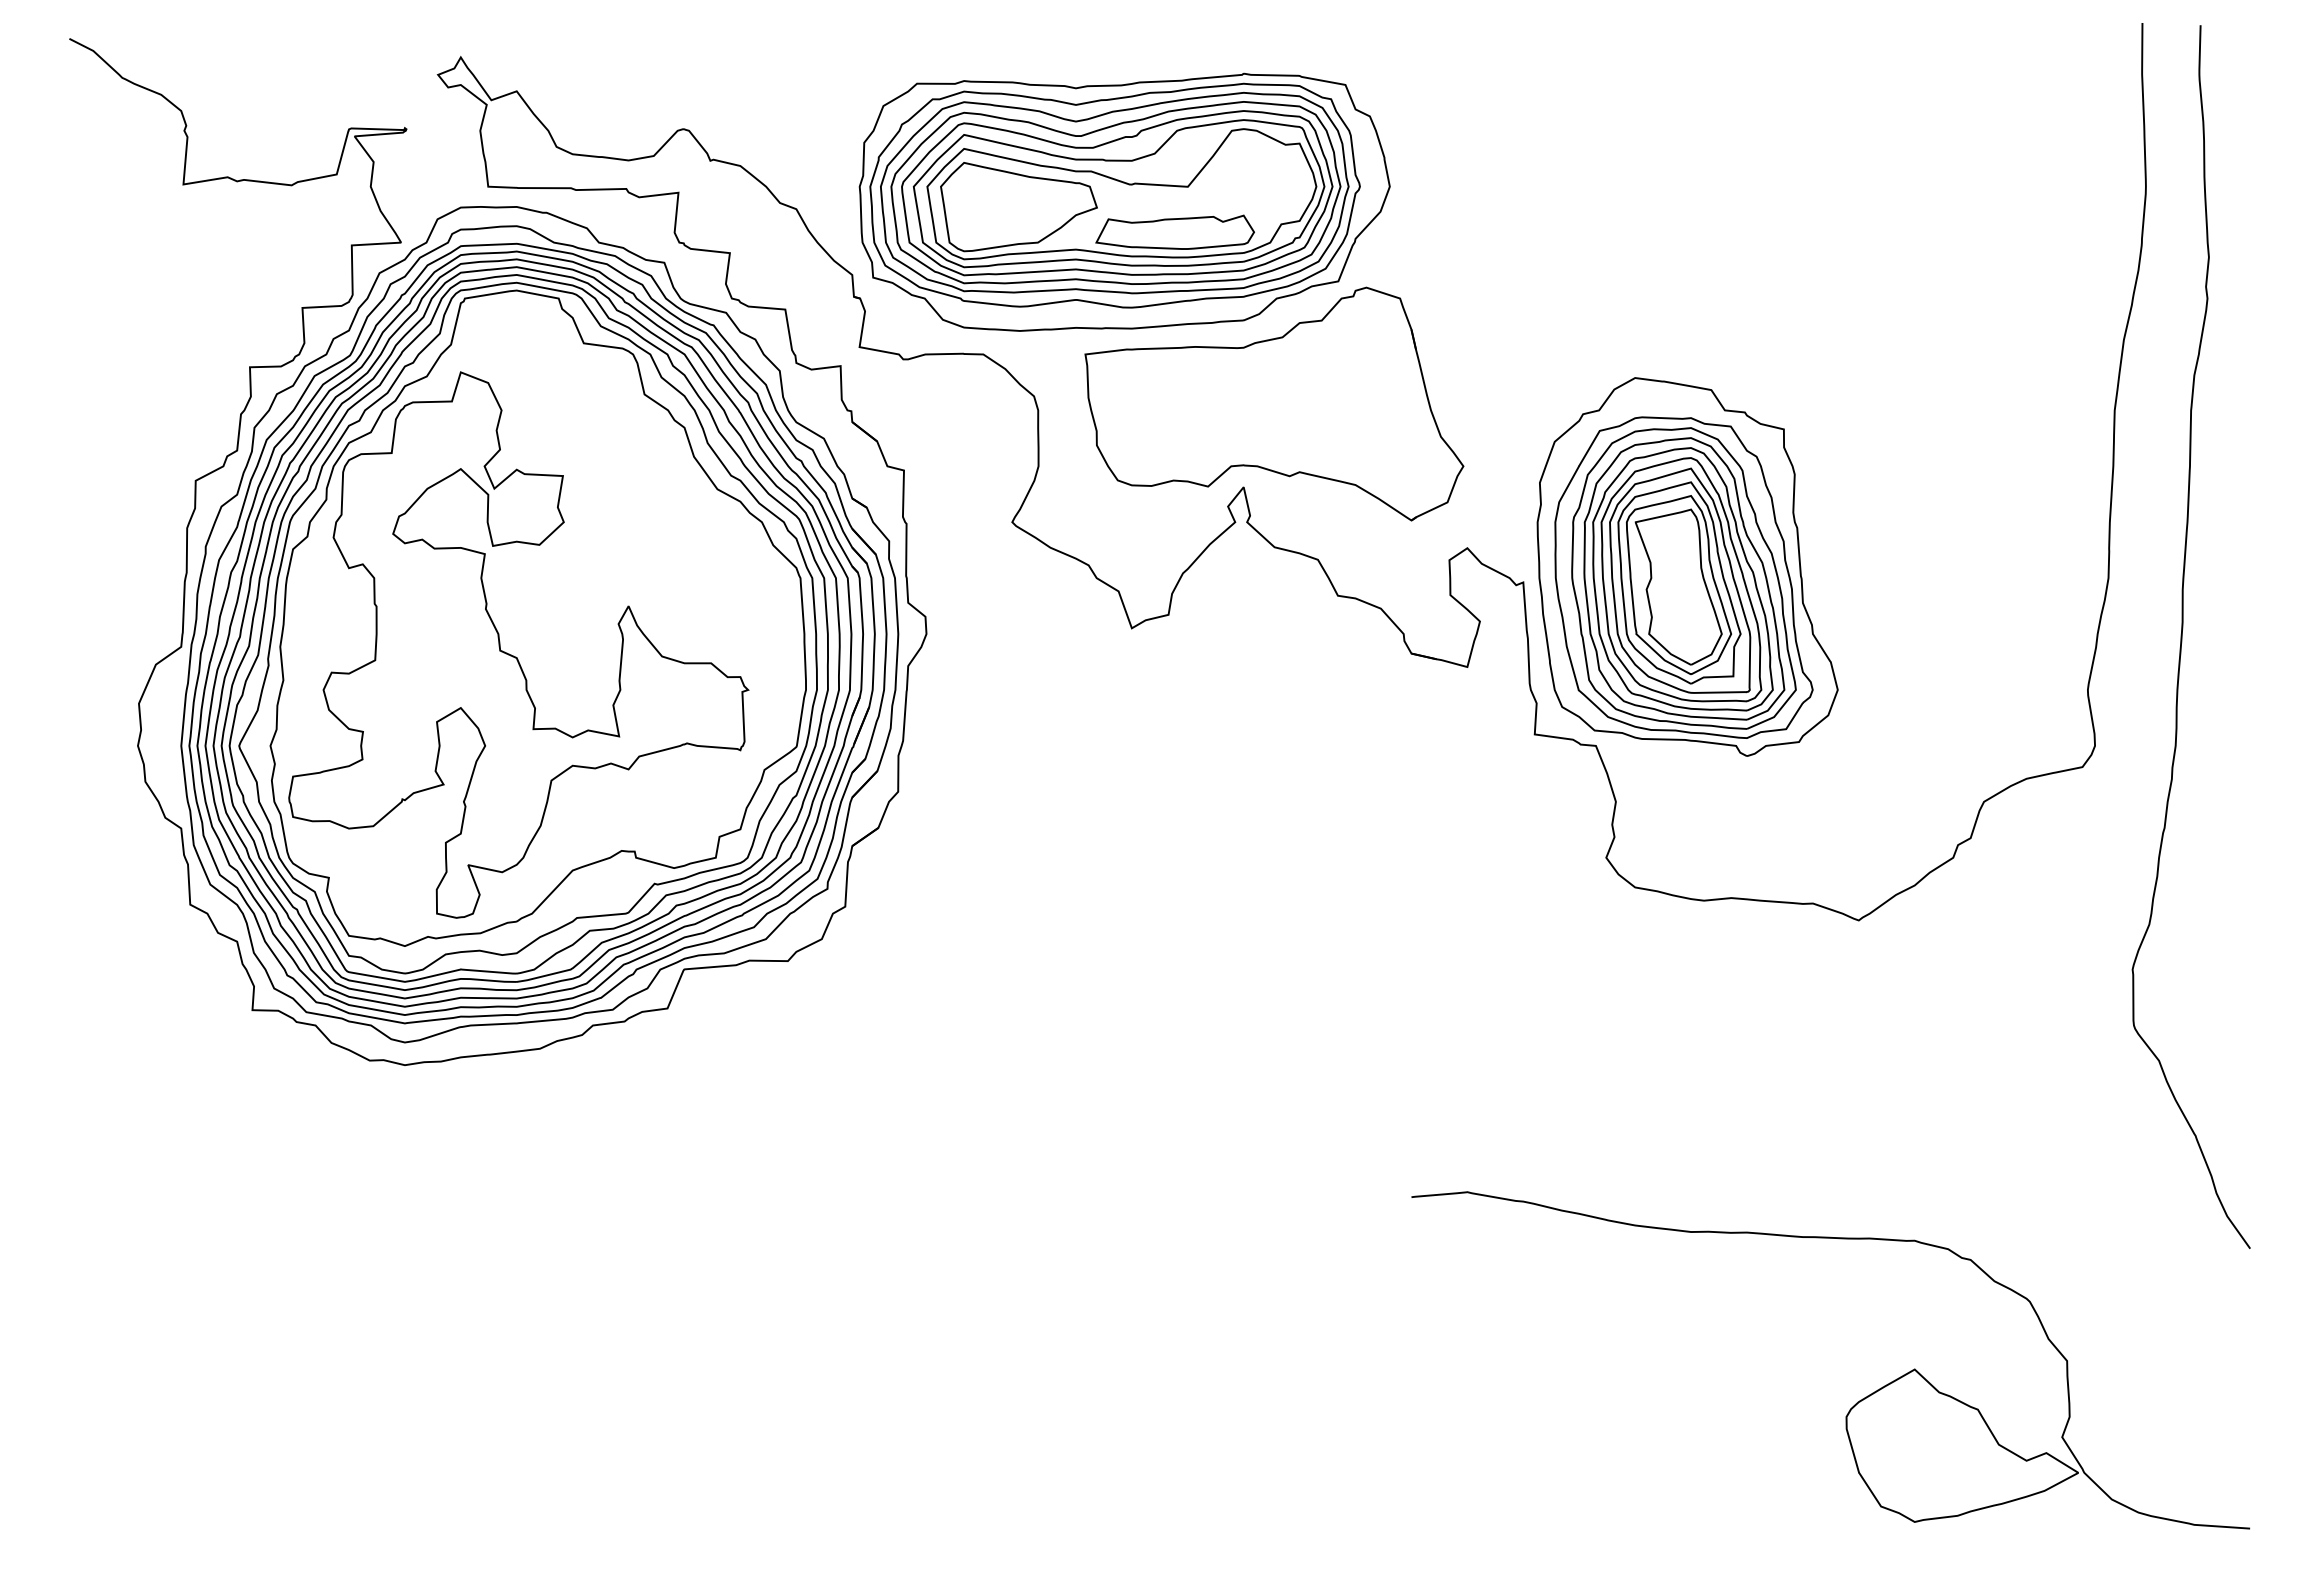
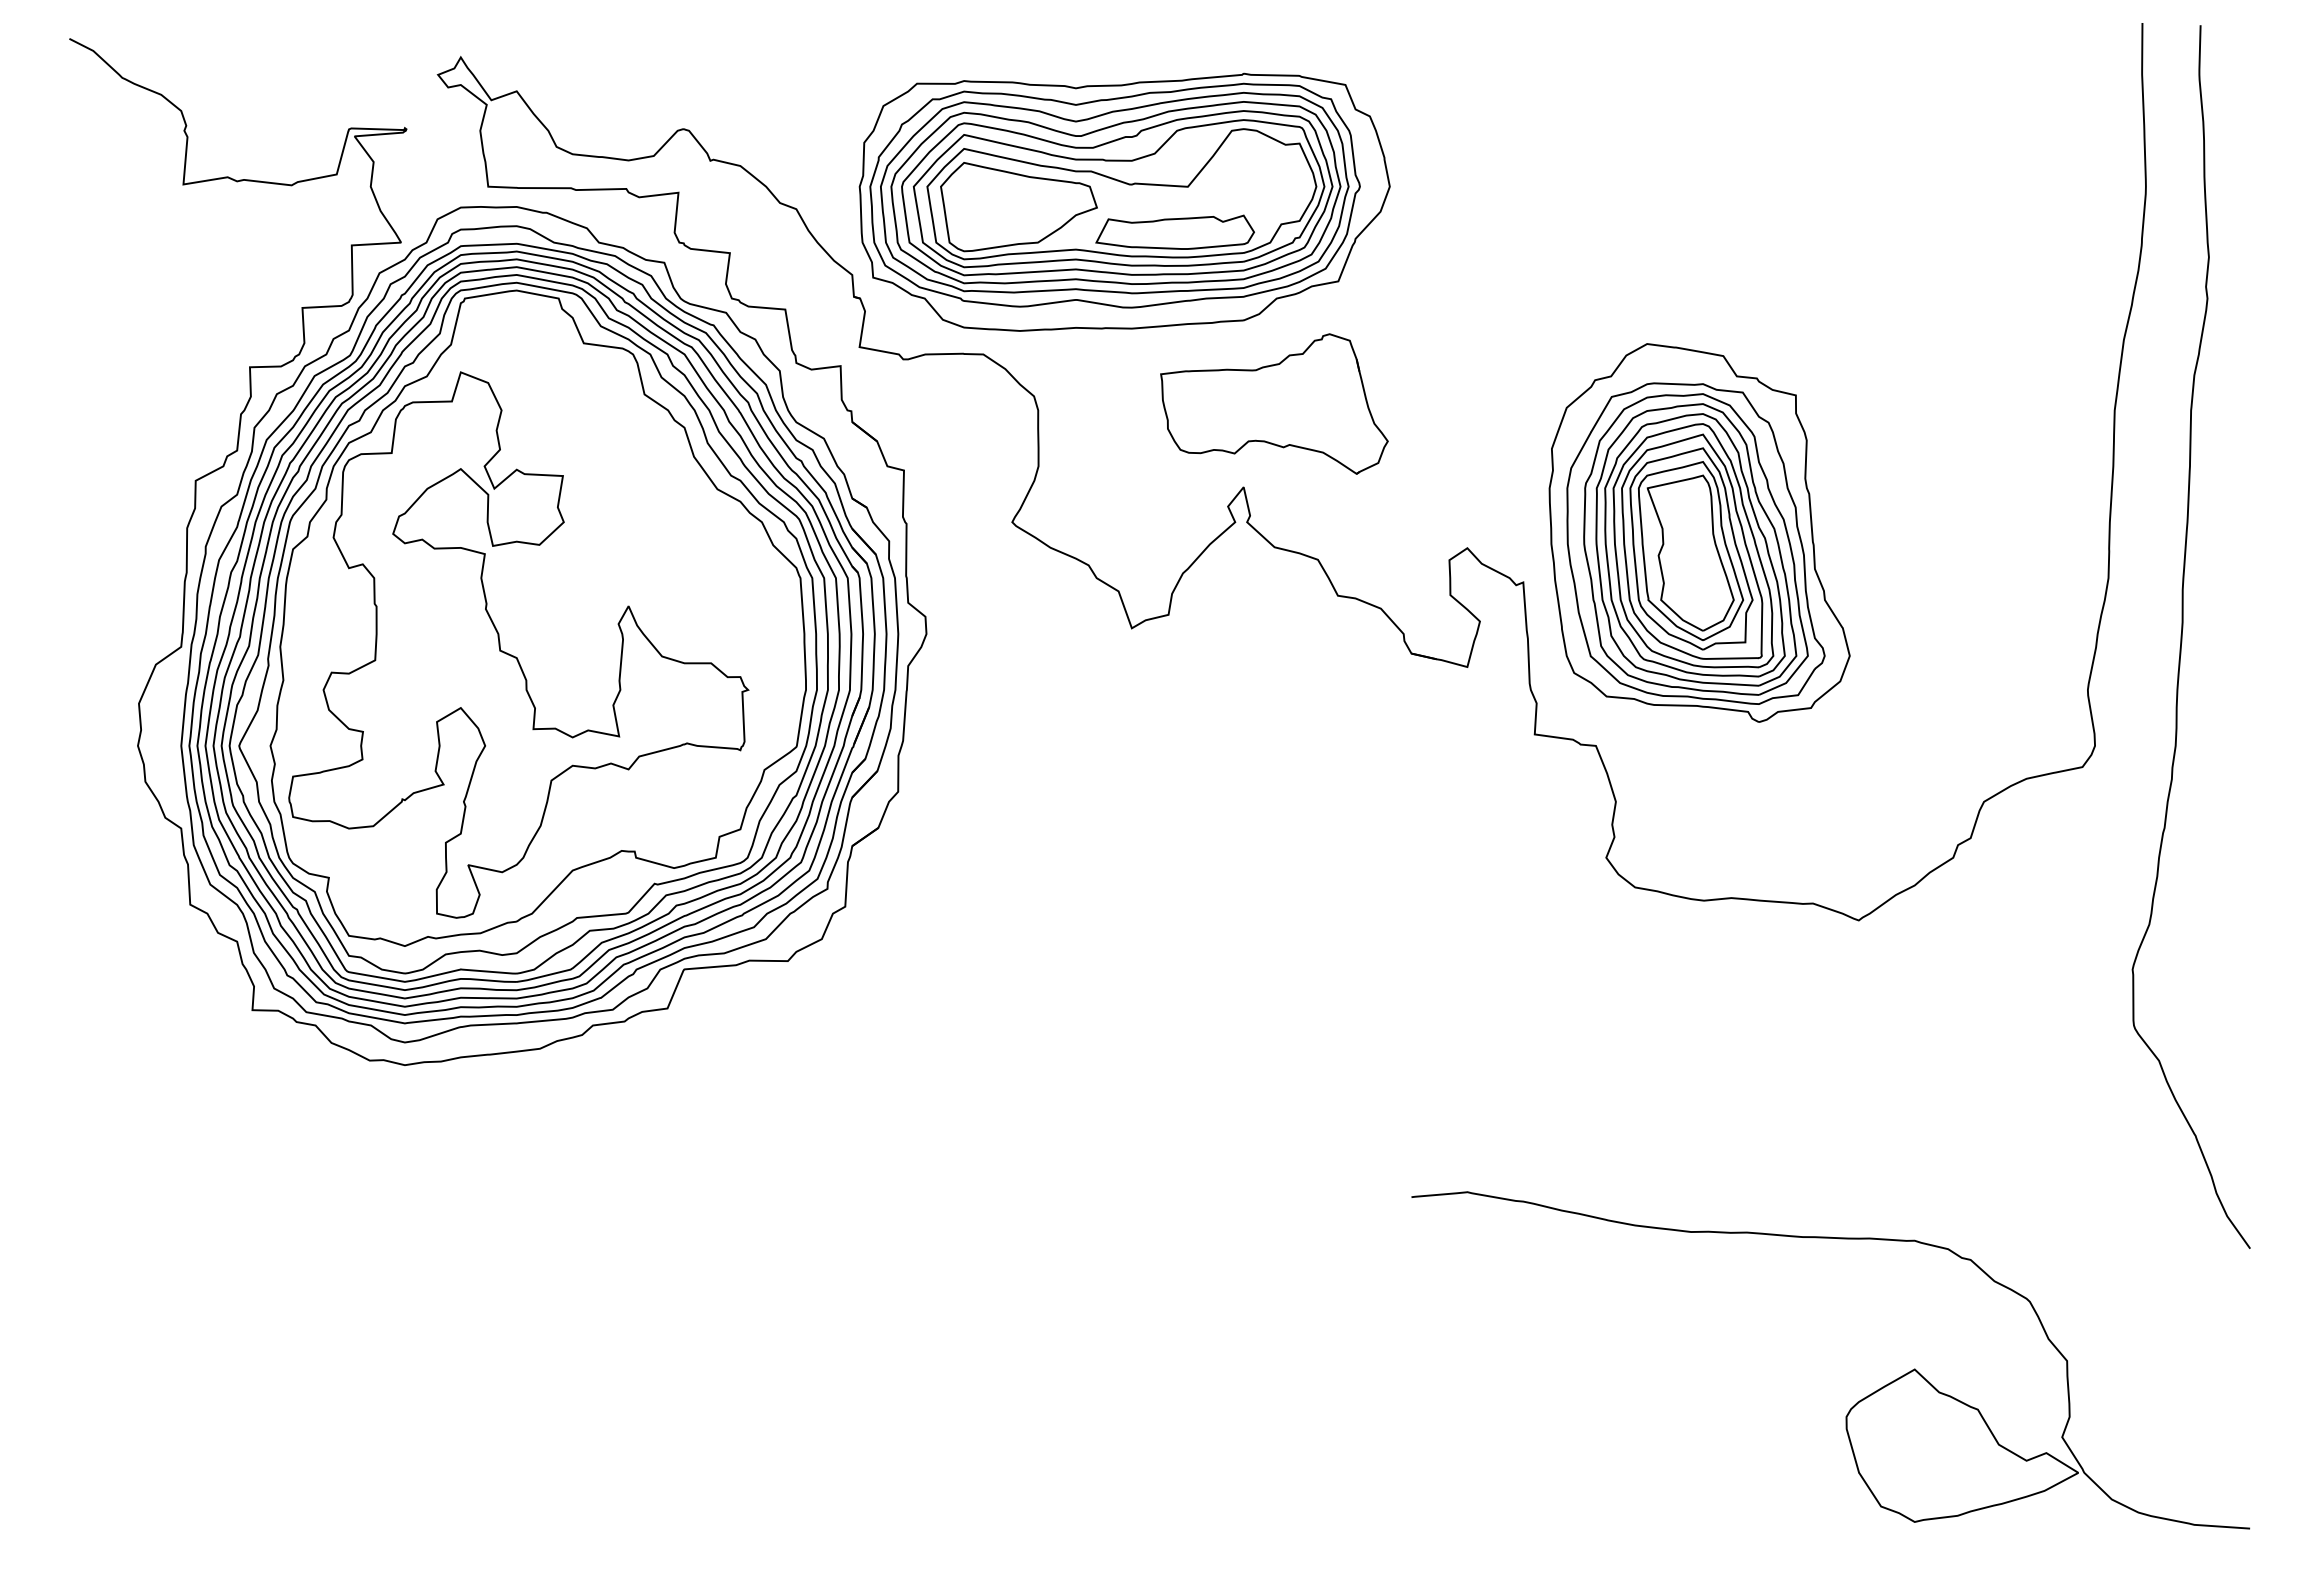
part at (1274, 403) size: 381x236 px -> 229x142 px
part at (1687, 566) position: (1687, 566) -> (1699, 532)
